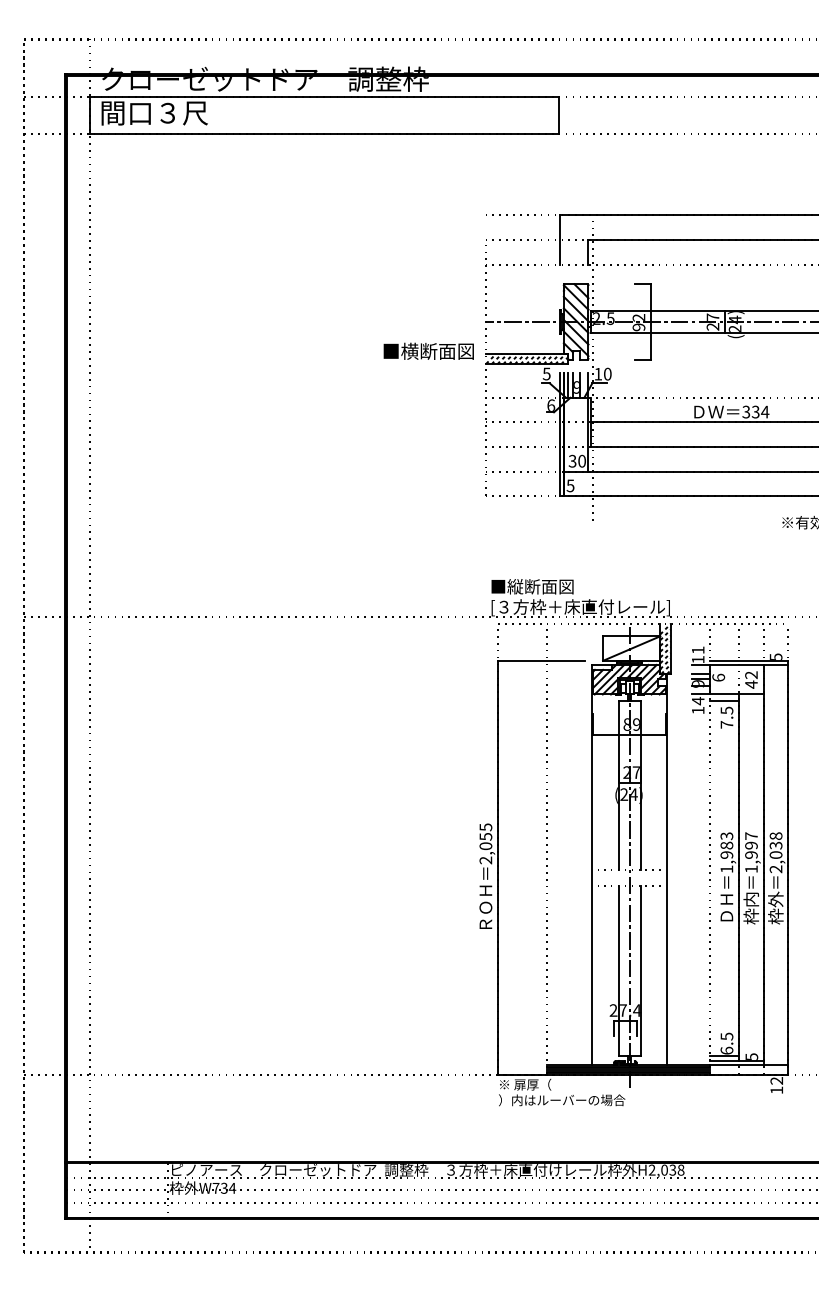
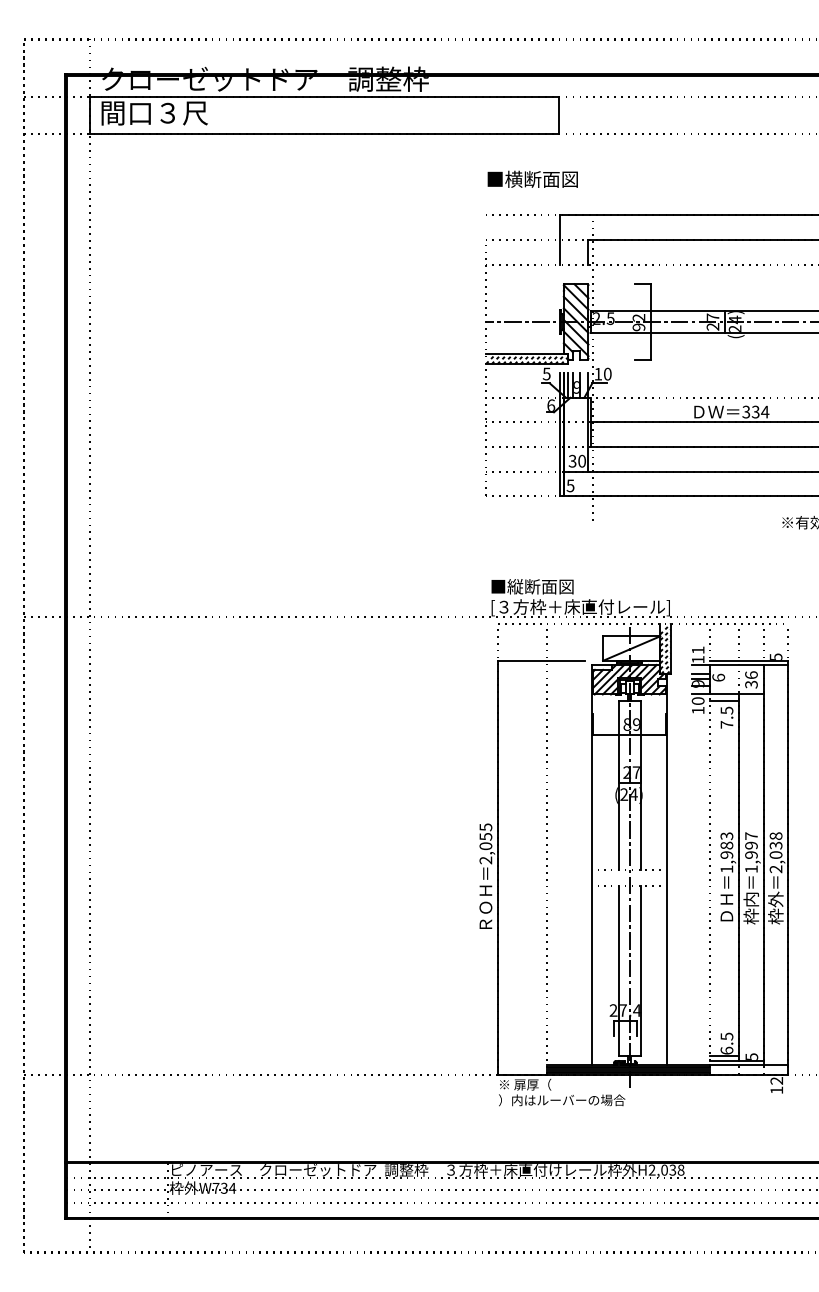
text at (428, 350) position: (428, 350) -> (532, 178)
text at (751, 679): 42 -> 36
text at (697, 701): 14 -> 10
